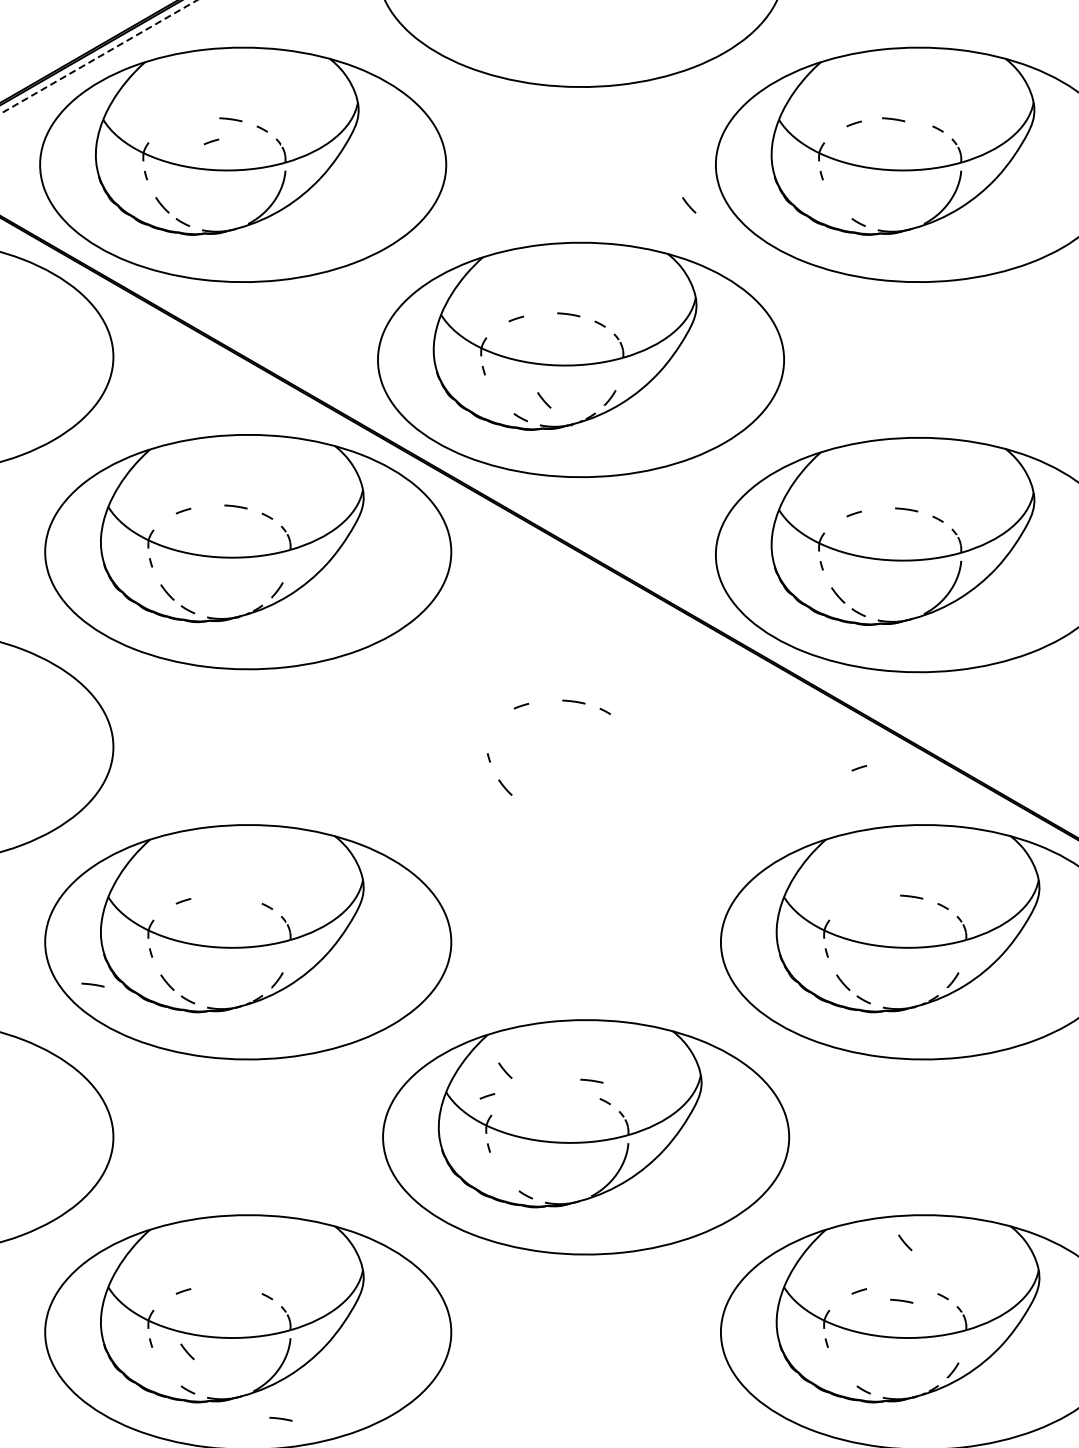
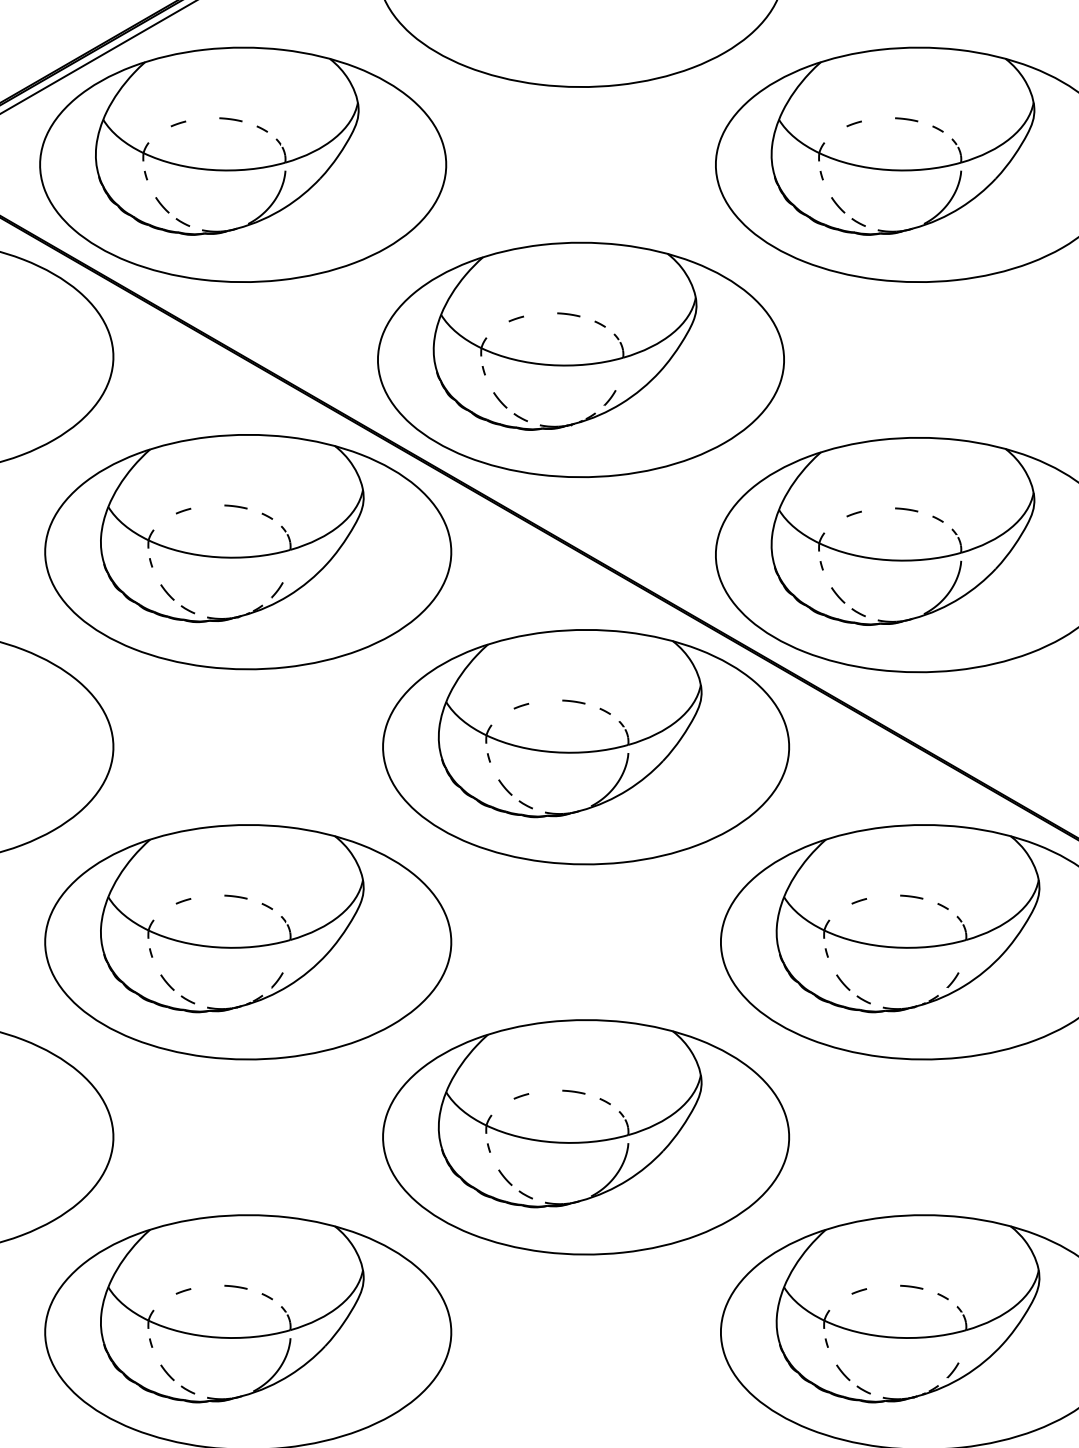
line at (98, 57): dashed -> solid
line at (893, 119) position: (893, 119) -> (906, 119)
line at (211, 141) position: (211, 141) -> (178, 123)
line at (689, 205) position: (689, 205) -> (838, 205)
line at (544, 400) position: (544, 400) -> (500, 400)
part at (586, 747): none -> present
line at (859, 768) position: (859, 768) -> (859, 901)
line at (92, 984) position: (92, 984) -> (235, 896)
line at (505, 1070) position: (505, 1070) -> (505, 1177)
line at (591, 1080) position: (591, 1080) -> (573, 1091)
line at (487, 1096) position: (487, 1096) -> (521, 1096)
line at (905, 1242) position: (905, 1242) -> (843, 1372)
line at (901, 1300) position: (901, 1300) -> (911, 1286)
line at (187, 1351) position: (187, 1351) -> (167, 1372)
line at (280, 1418) position: (280, 1418) -> (235, 1286)
